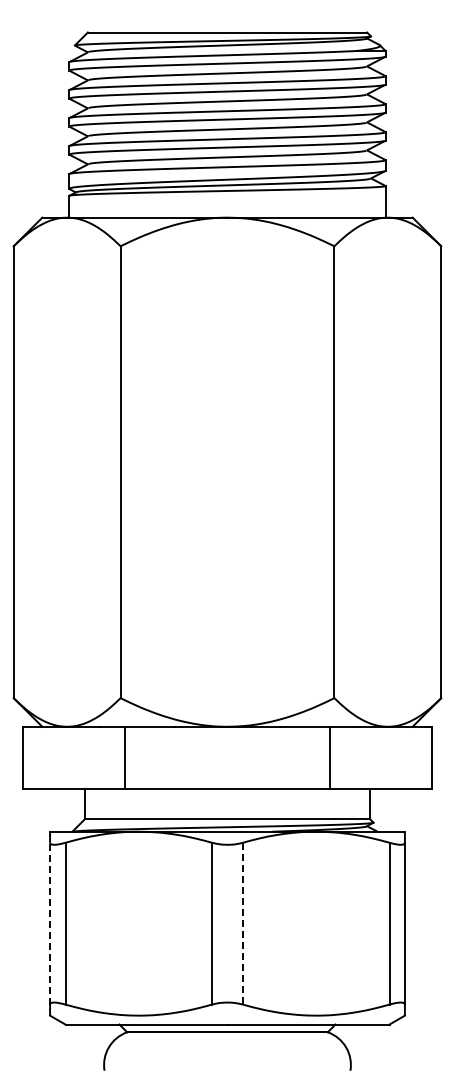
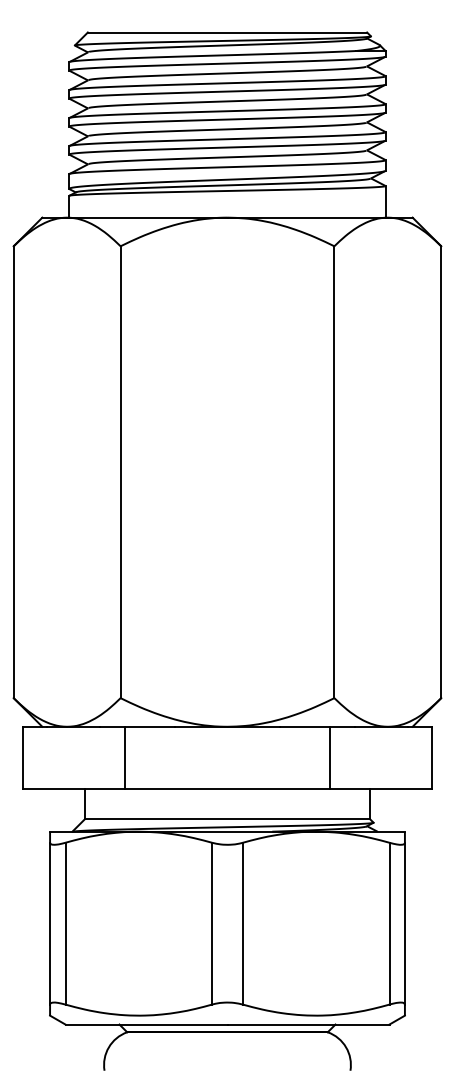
line at (50, 923): dashed -> solid
line at (242, 923): dashed -> solid
